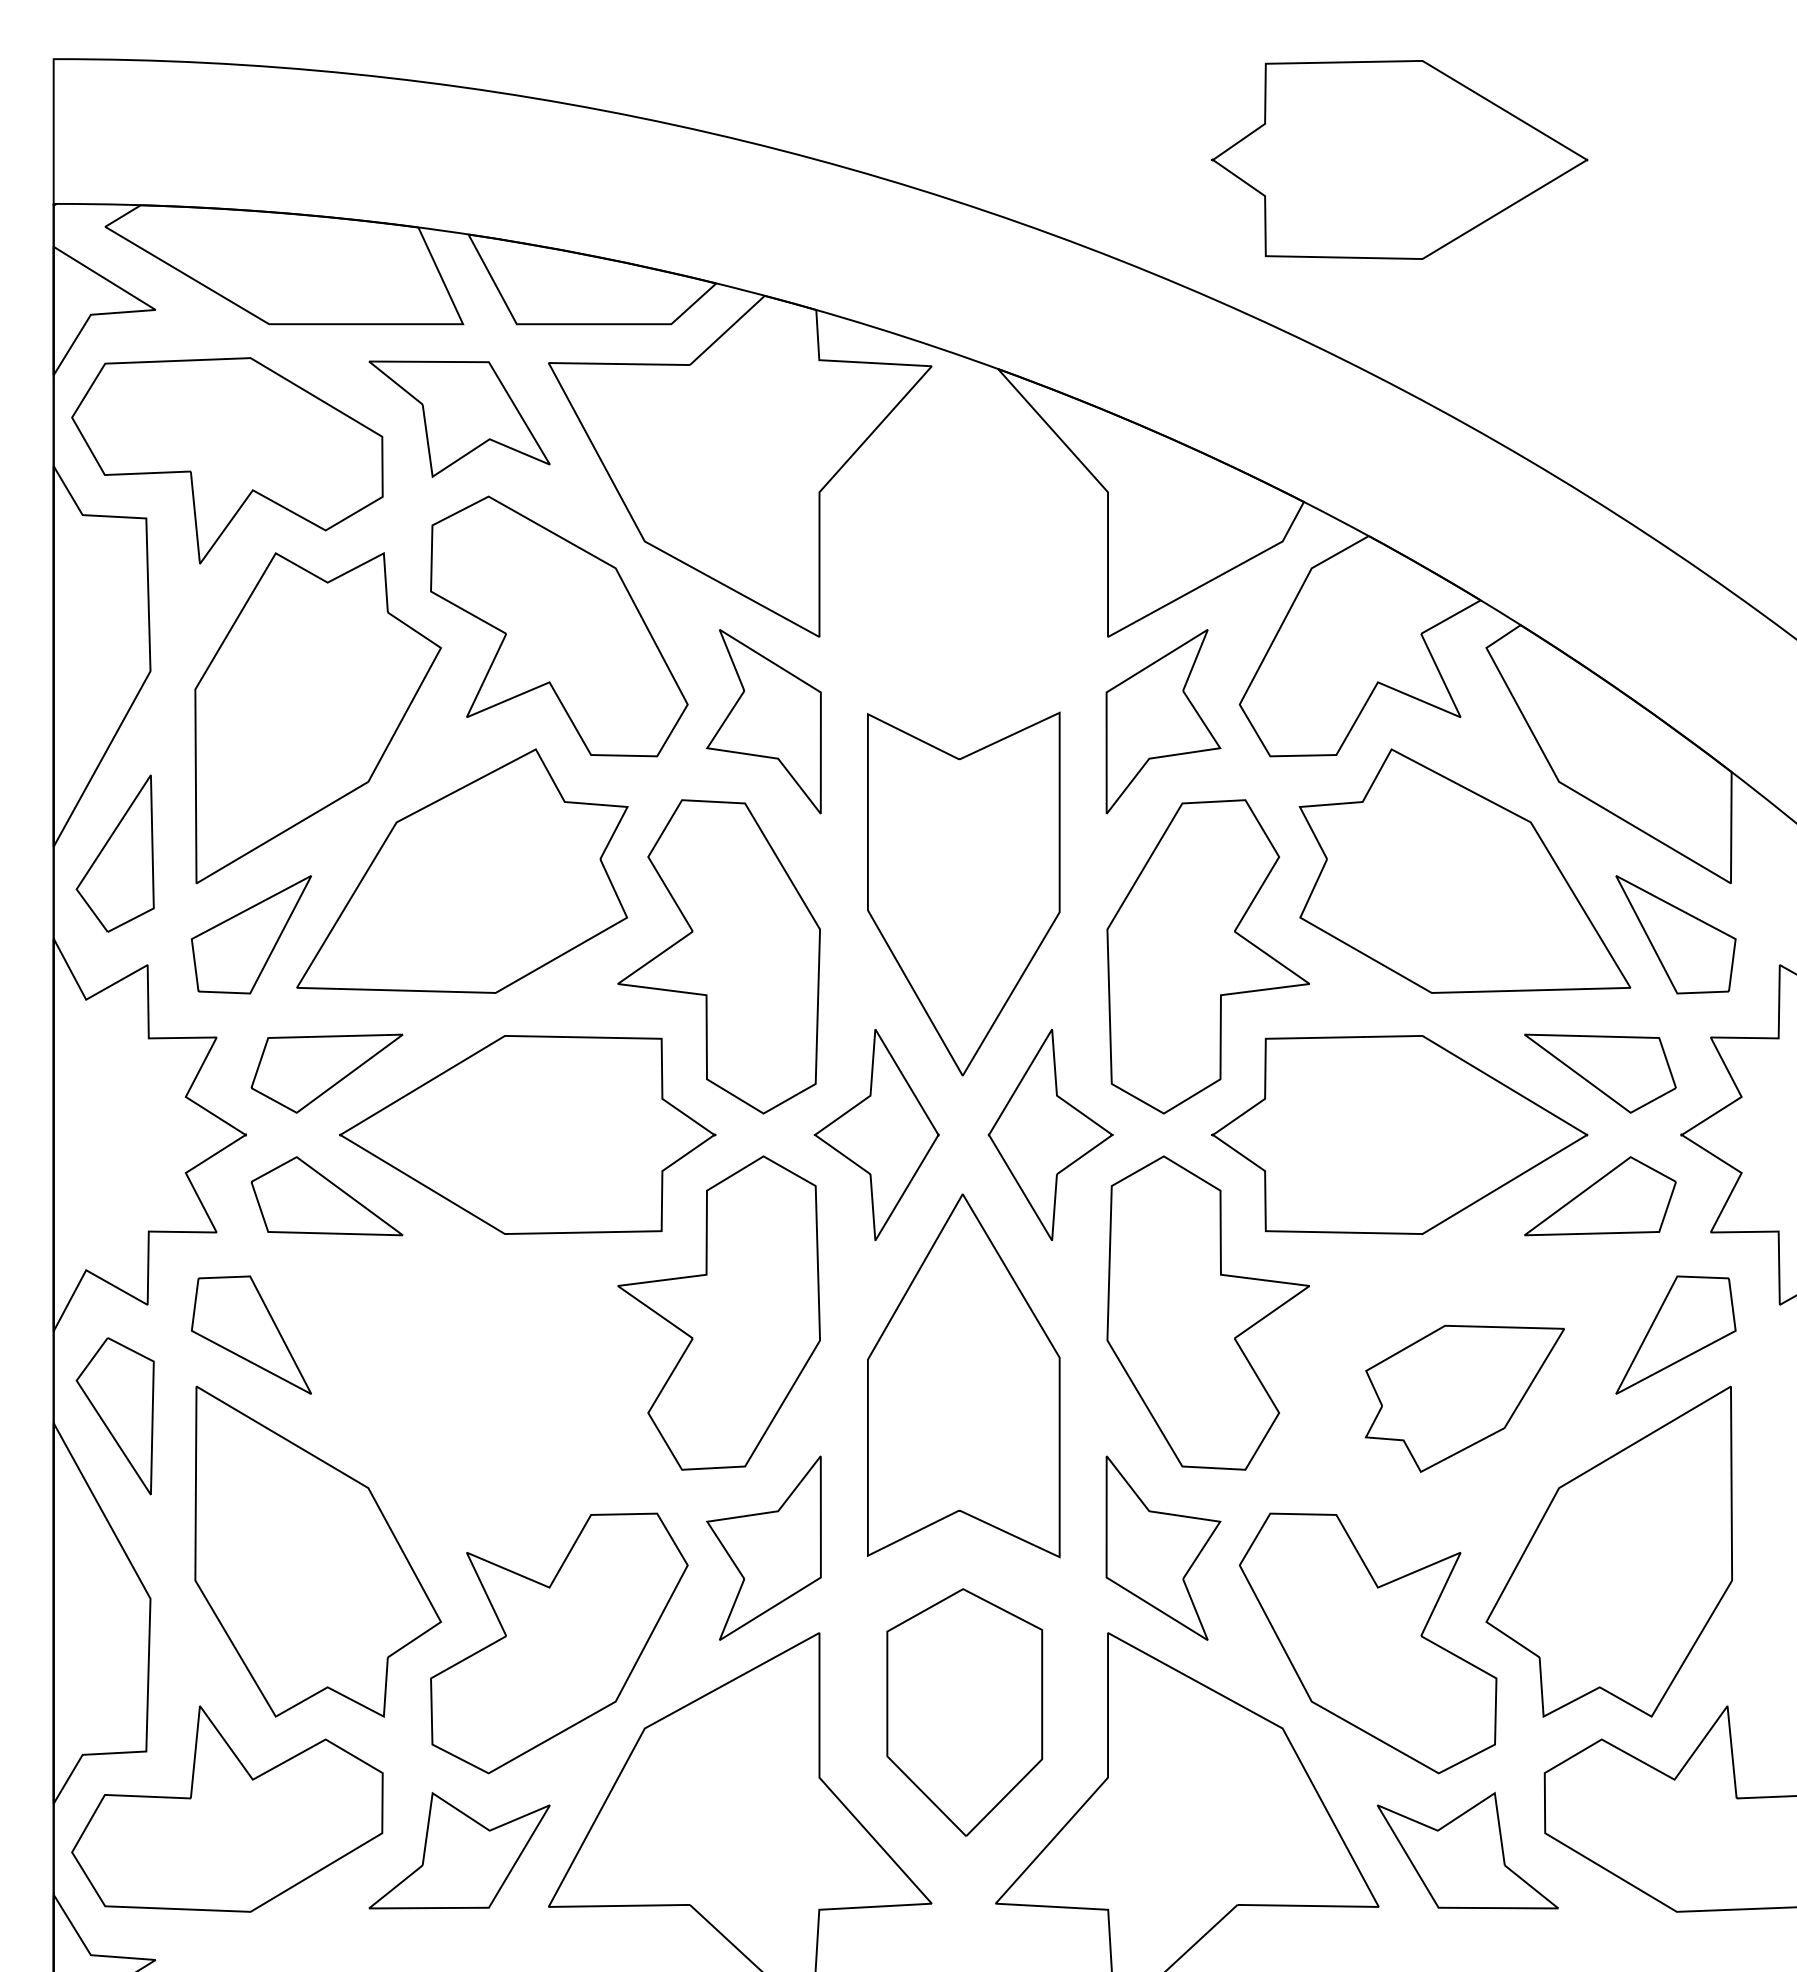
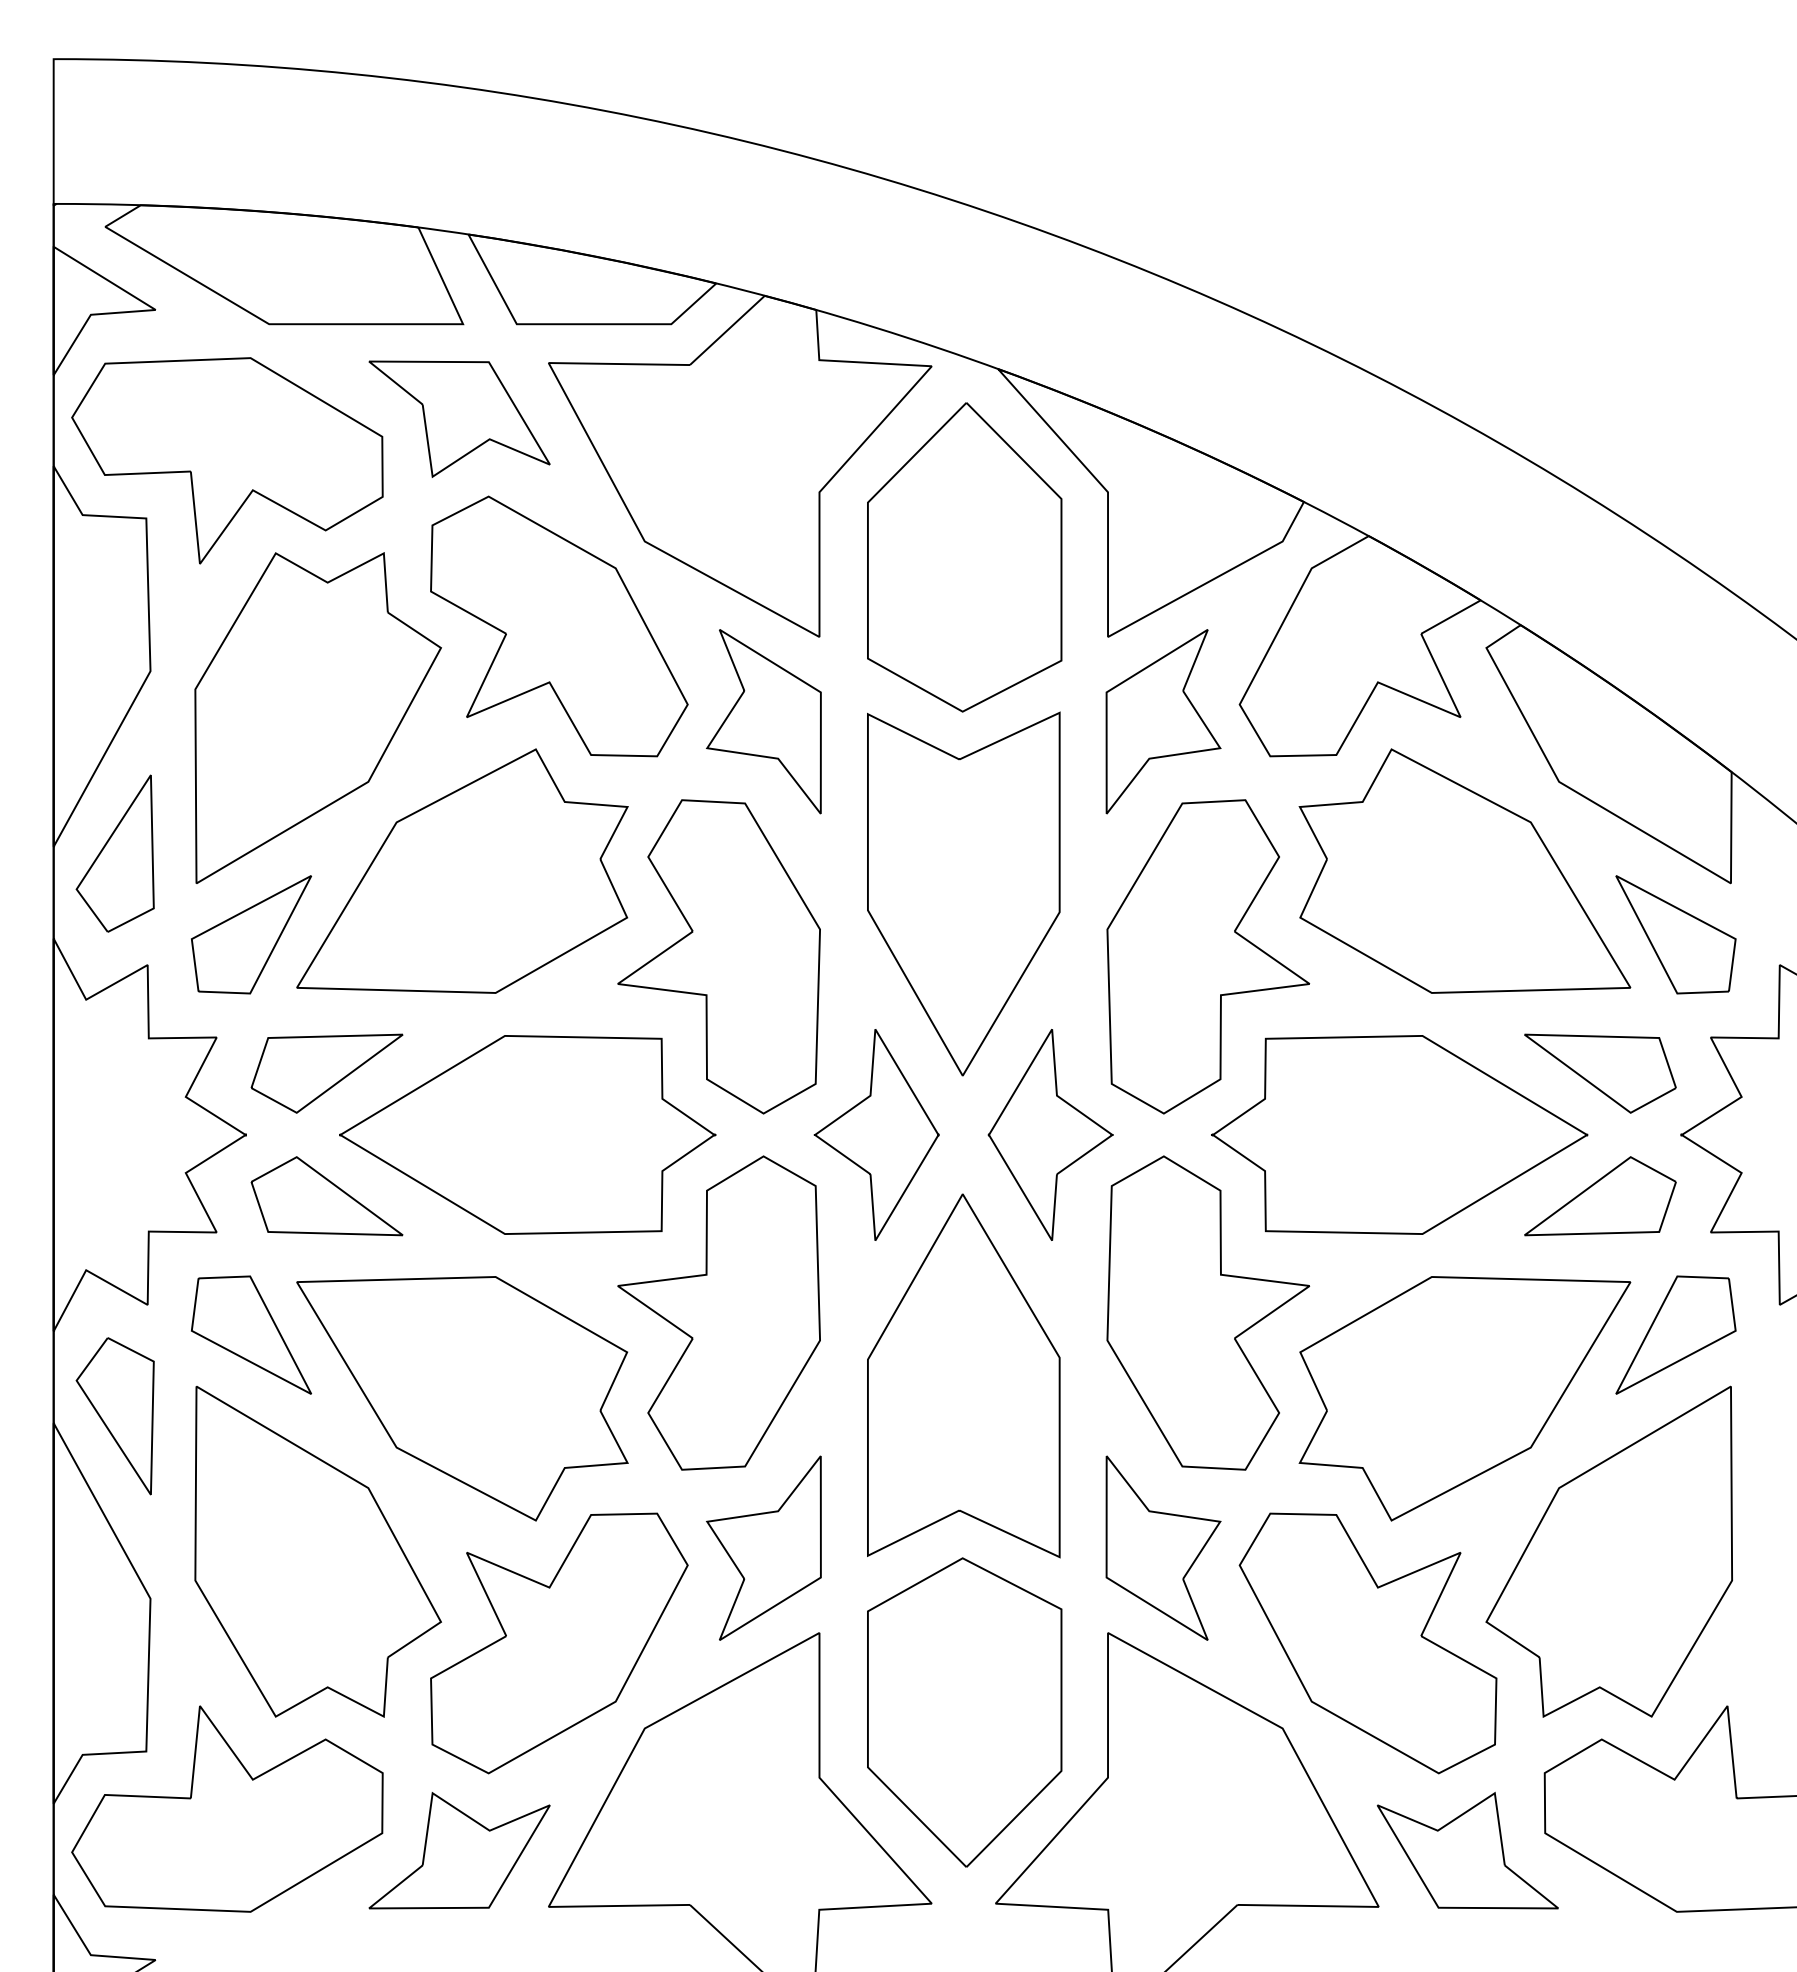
part at (1399, 159): present -> none
part at (964, 557): none -> present
part at (462, 1398): none -> present
part at (1464, 1398) size: 201x149 px -> 334x246 px
part at (964, 1712) size: 158x249 px -> 196x311 px
